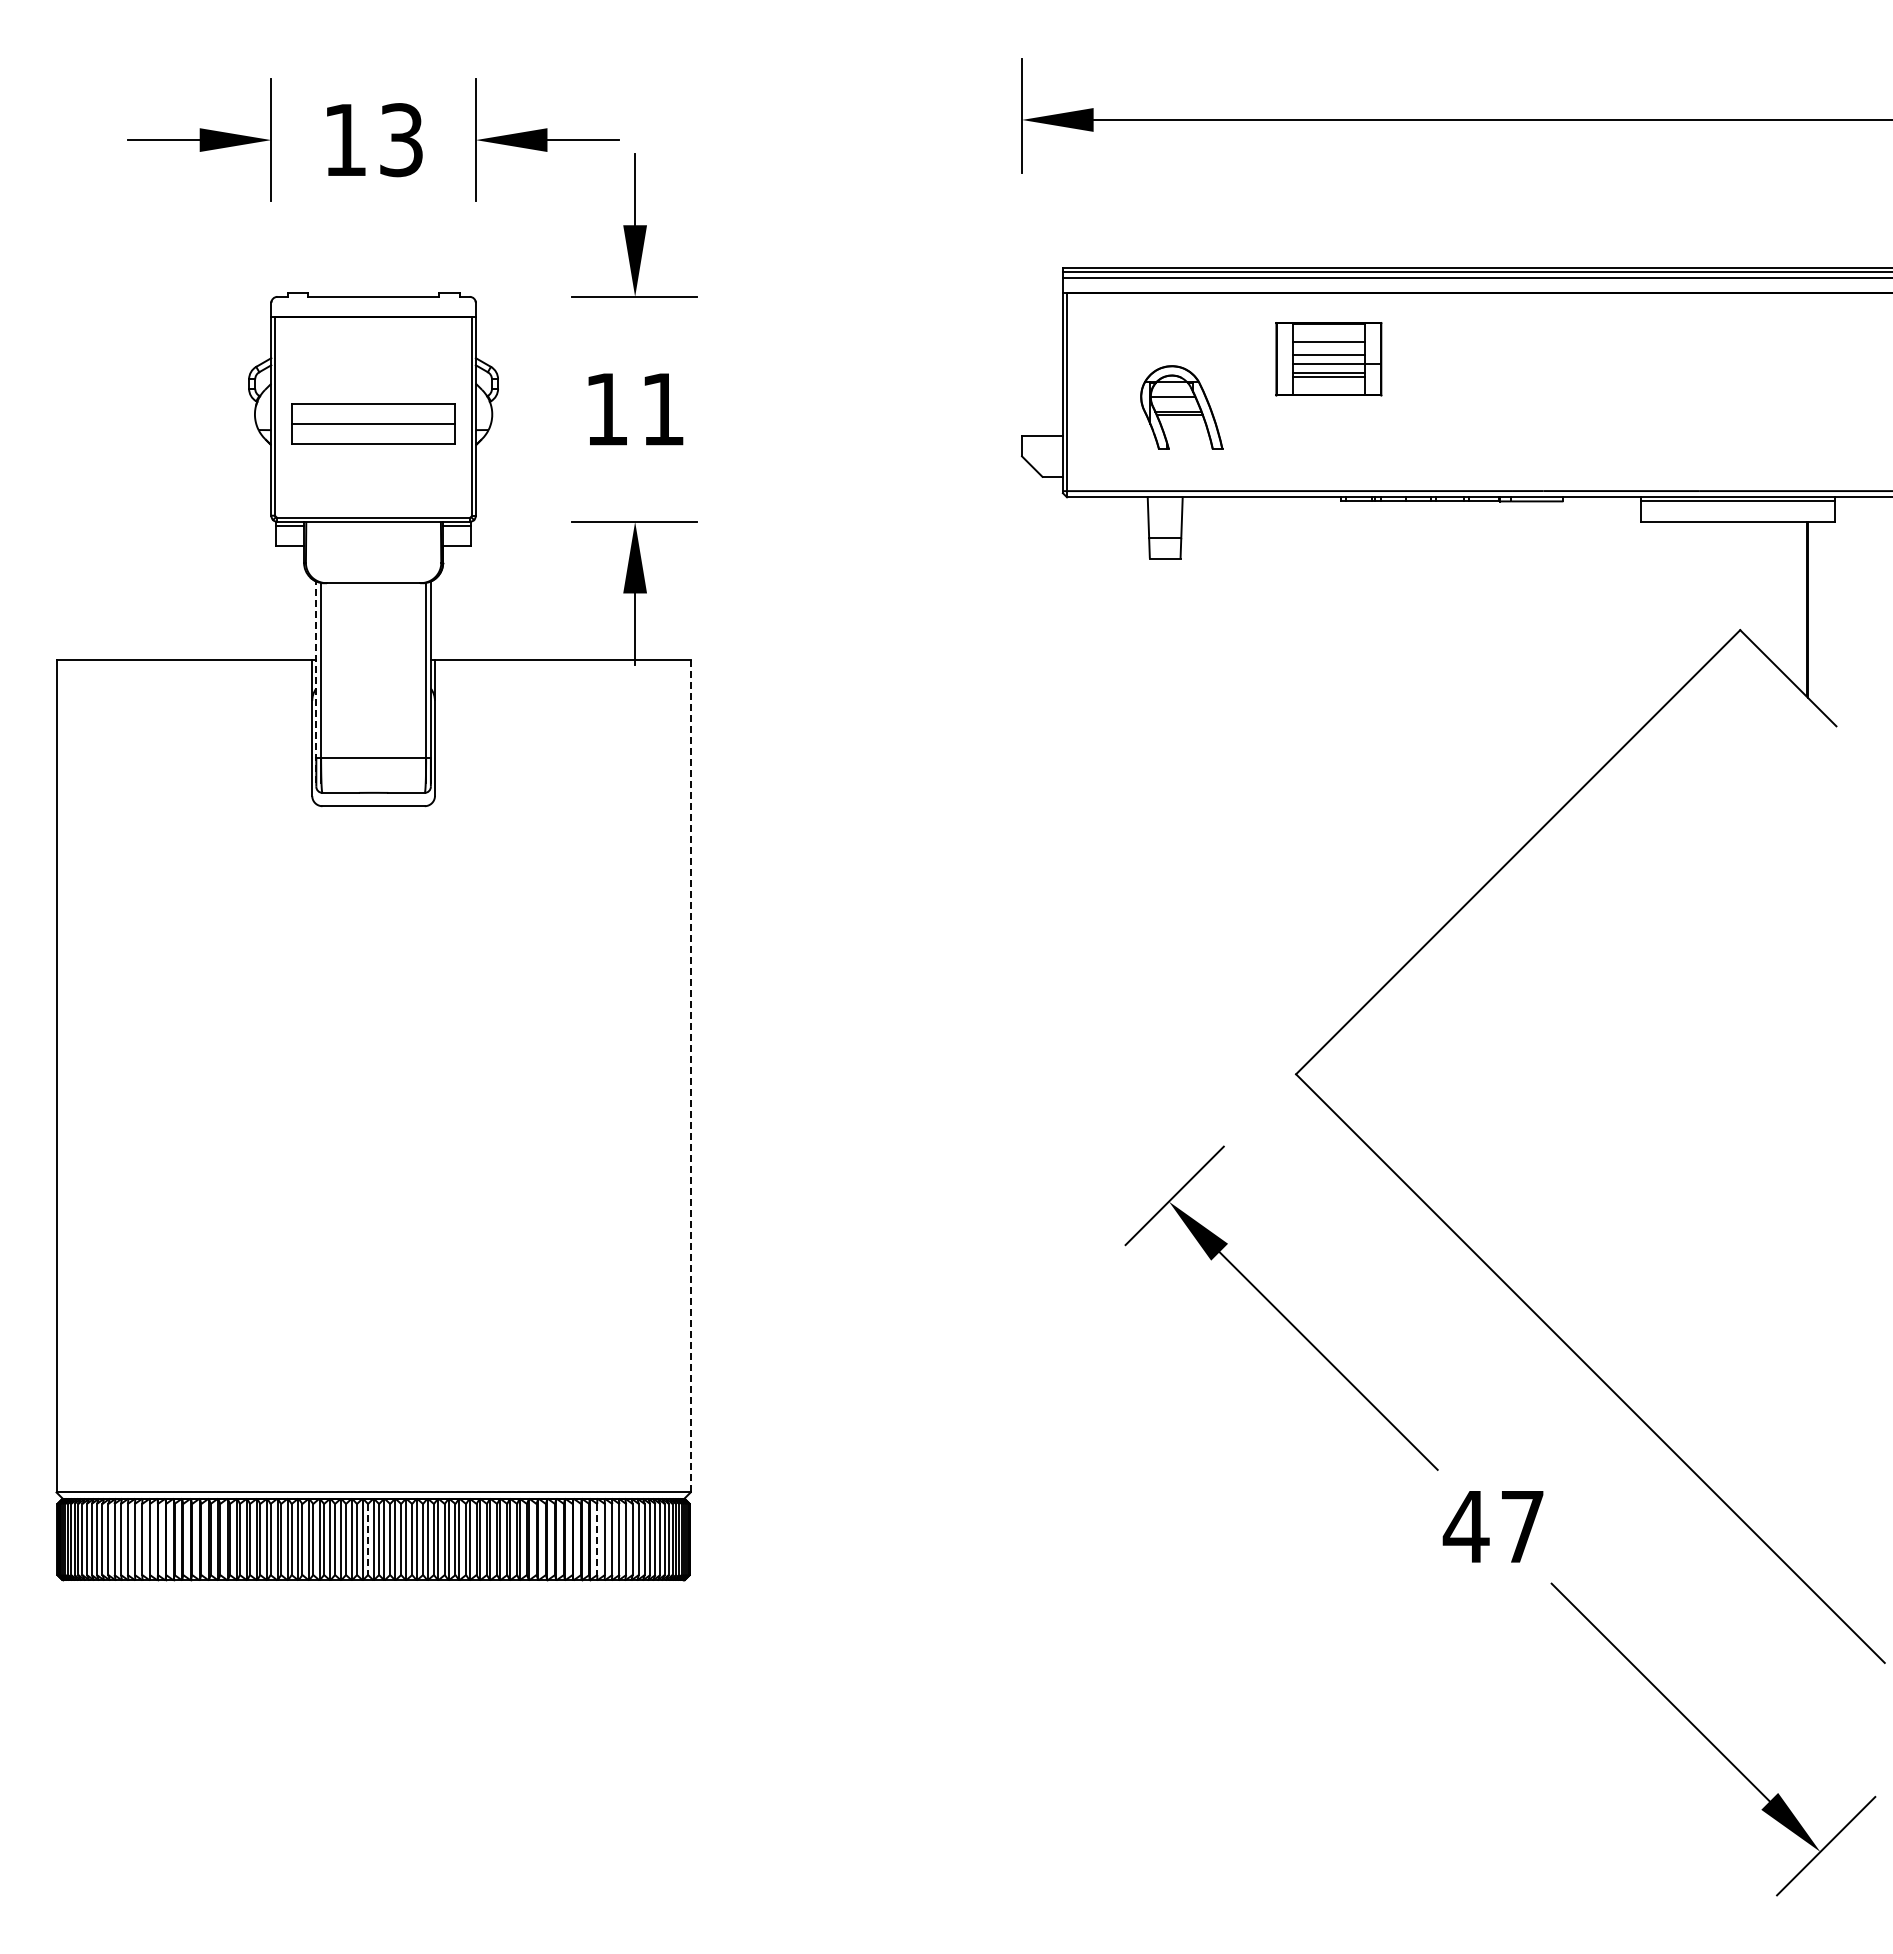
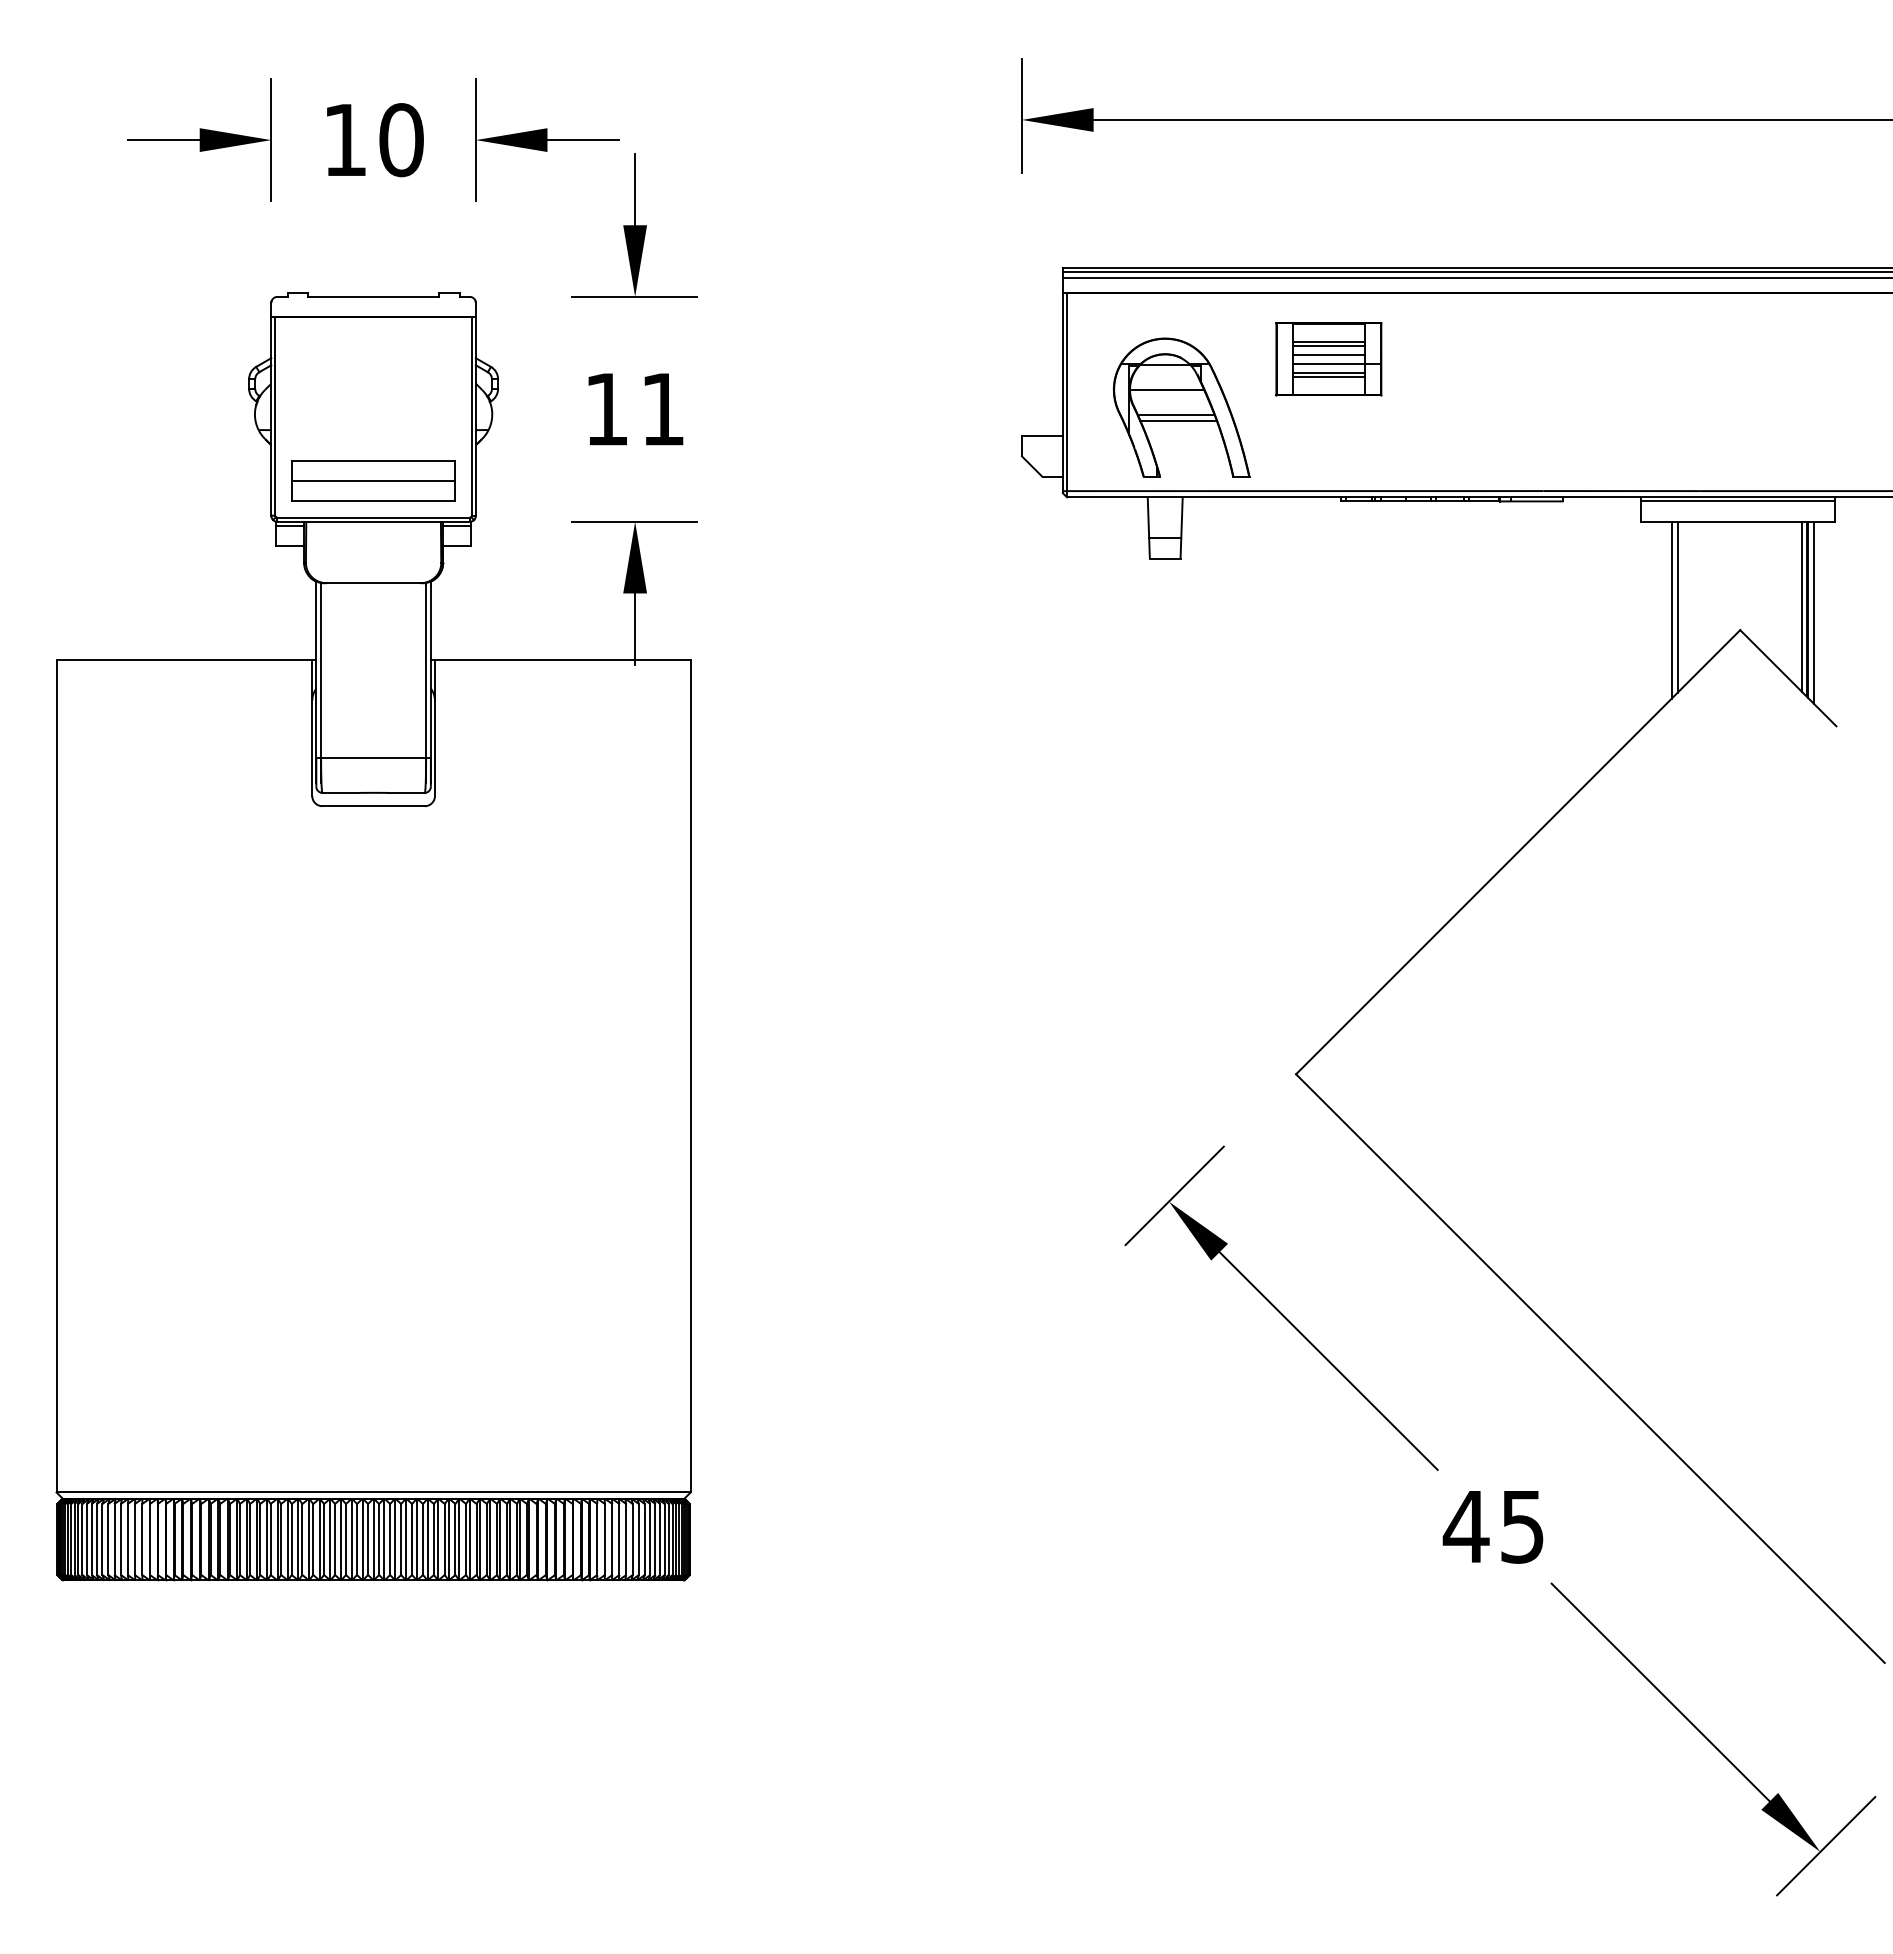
text at (401, 140): 13 -> 10
line at (1328, 346): none -> present
part at (1181, 407) size: 84x85 px -> 138x141 px
part at (373, 423) position: (373, 423) -> (373, 480)
line at (1677, 606): none -> present
line at (1801, 606): none -> present
line at (1671, 609): none -> present
line at (1813, 612): none -> present
line at (316, 682): dashed -> solid
line at (690, 1075): dashed -> solid
text at (1522, 1527): 47 -> 45
line at (368, 1539): dashed -> solid
line at (597, 1539): dashed -> solid
